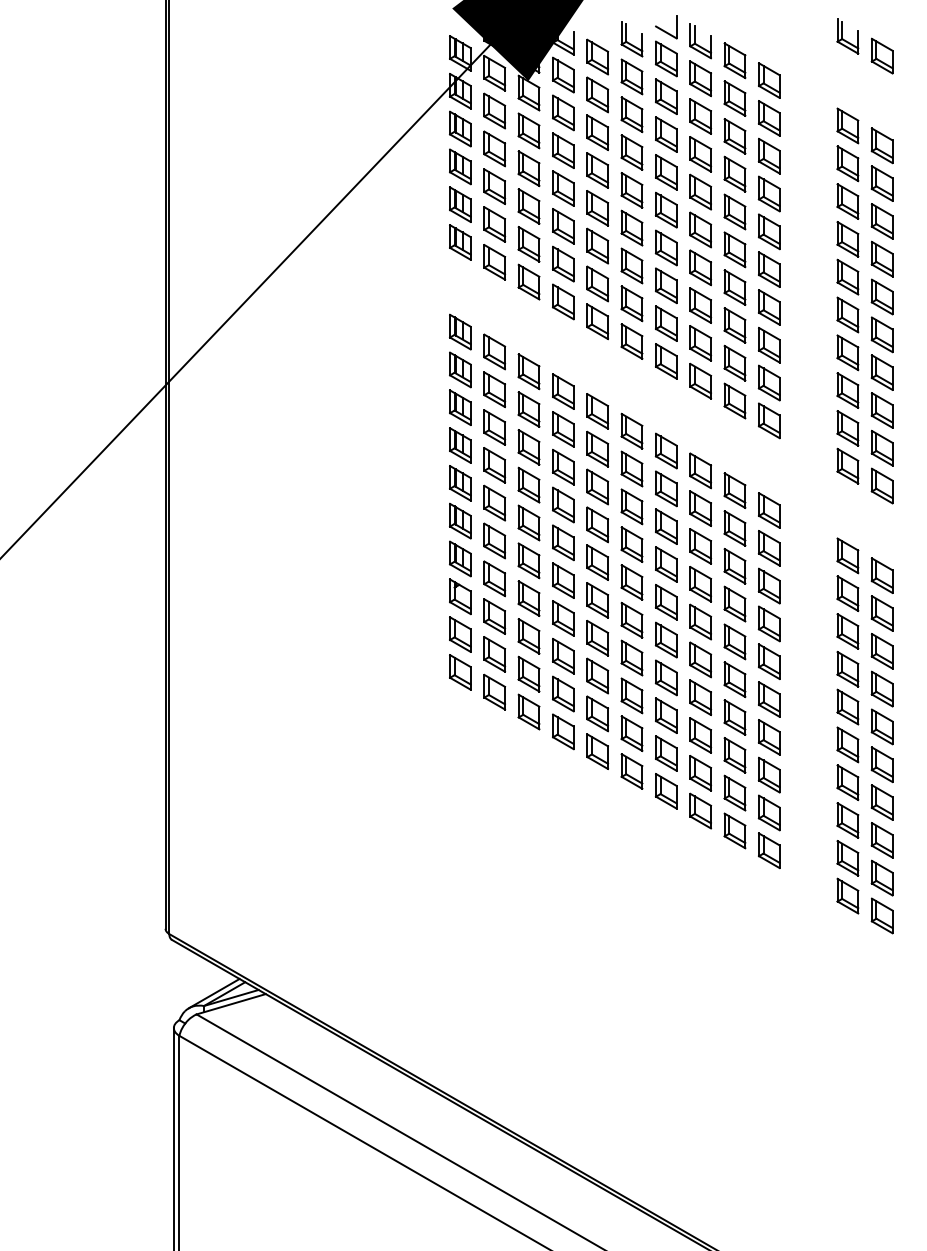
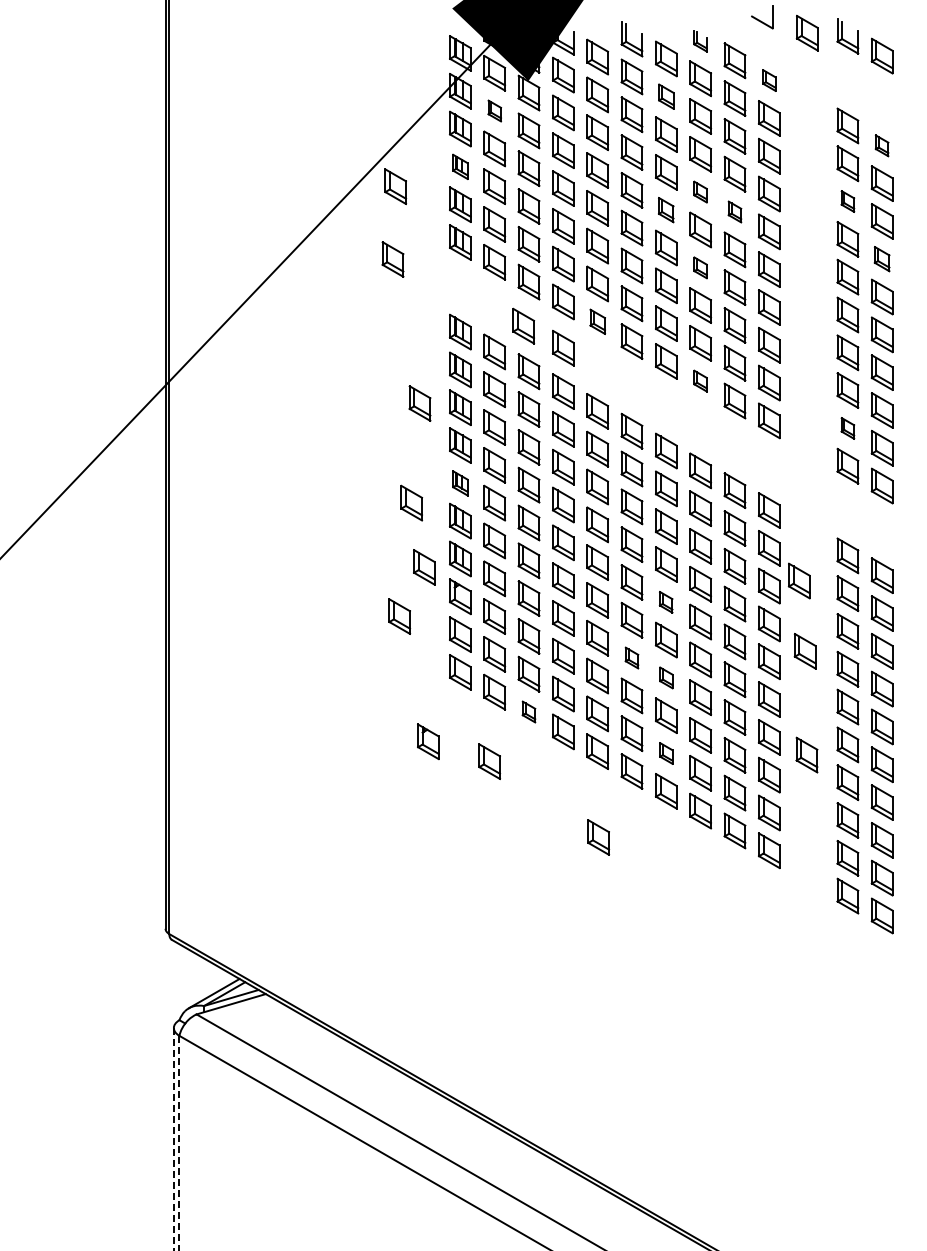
part at (666, 27) position: (666, 27) -> (762, 17)
part at (806, 32): none -> present
part at (700, 41) size: 23x37 px -> 15x23 px
part at (769, 80) size: 23x37 px -> 15x23 px
part at (666, 96) size: 23x37 px -> 17x27 px
part at (494, 110) size: 24x38 px -> 16x24 px
part at (881, 145) size: 24x38 px -> 16x24 px
part at (460, 166) size: 23x38 px -> 17x27 px
part at (395, 186): none -> present
part at (700, 191) size: 23x38 px -> 15x24 px
part at (847, 201) size: 24x37 px -> 16x23 px
part at (665, 209) size: 24x38 px -> 17x27 px
part at (734, 211) size: 24x38 px -> 16x24 px
part at (881, 258) size: 24x38 px -> 18x27 px
part at (392, 259): none -> present
part at (700, 267) size: 23x38 px -> 15x24 px
part at (597, 321) size: 24x38 px -> 17x27 px
part at (523, 325): none -> present
part at (563, 347): none -> present
part at (700, 380) size: 23x38 px -> 15x24 px
part at (419, 403): none -> present
part at (847, 428) size: 24x37 px -> 16x23 px
part at (460, 483) size: 23x37 px -> 17x27 px
part at (411, 502): none -> present
part at (424, 567): none -> present
part at (798, 580): none -> present
part at (665, 602) size: 24x37 px -> 16x23 px
part at (399, 616): none -> present
part at (804, 651): none -> present
part at (631, 657) size: 24x38 px -> 16x24 px
part at (666, 677) size: 23x38 px -> 15x24 px
part at (528, 711) size: 24x38 px -> 16x24 px
part at (428, 741): none -> present
part at (666, 753) size: 23x37 px -> 15x23 px
part at (806, 754): none -> present
part at (489, 761): none -> present
part at (598, 837): none -> present
line at (173, 1139): solid -> dashed
line at (179, 1143): solid -> dashed
